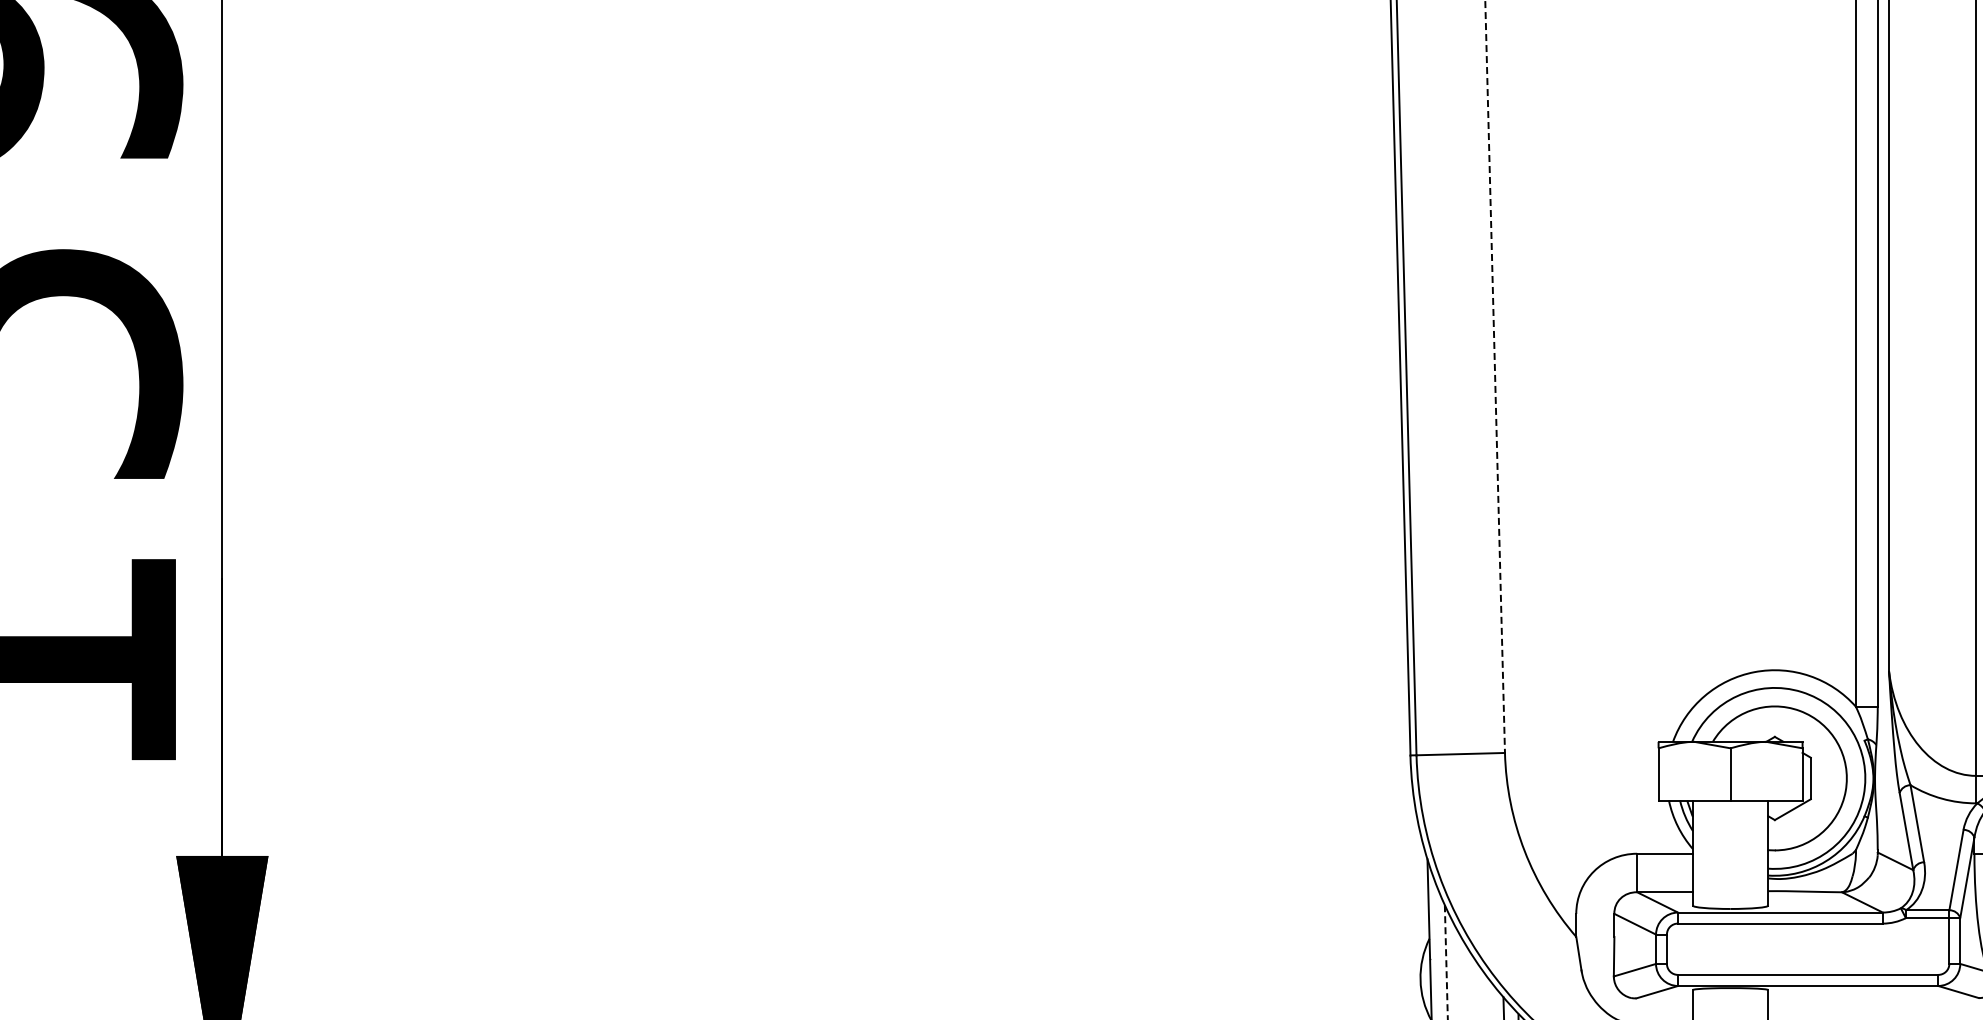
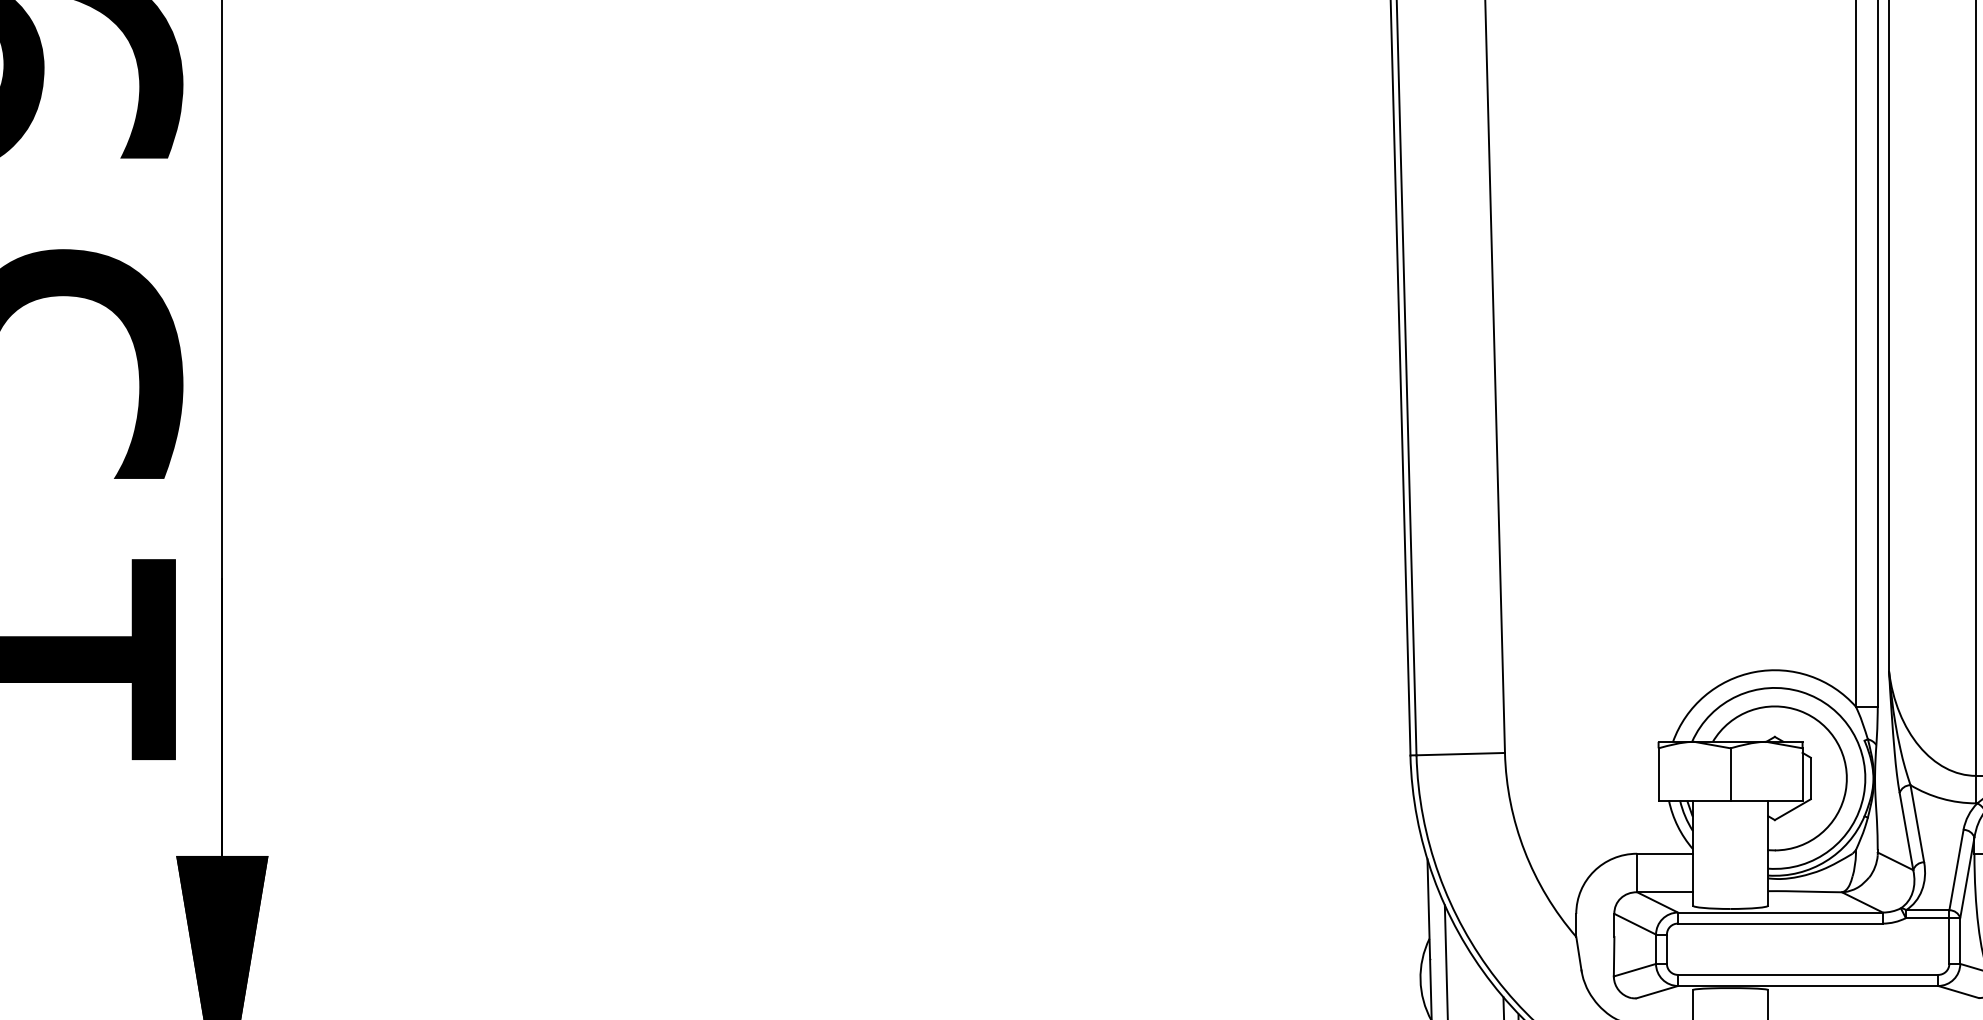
line at (1495, 377): dashed -> solid
line at (1446, 963): dashed -> solid
